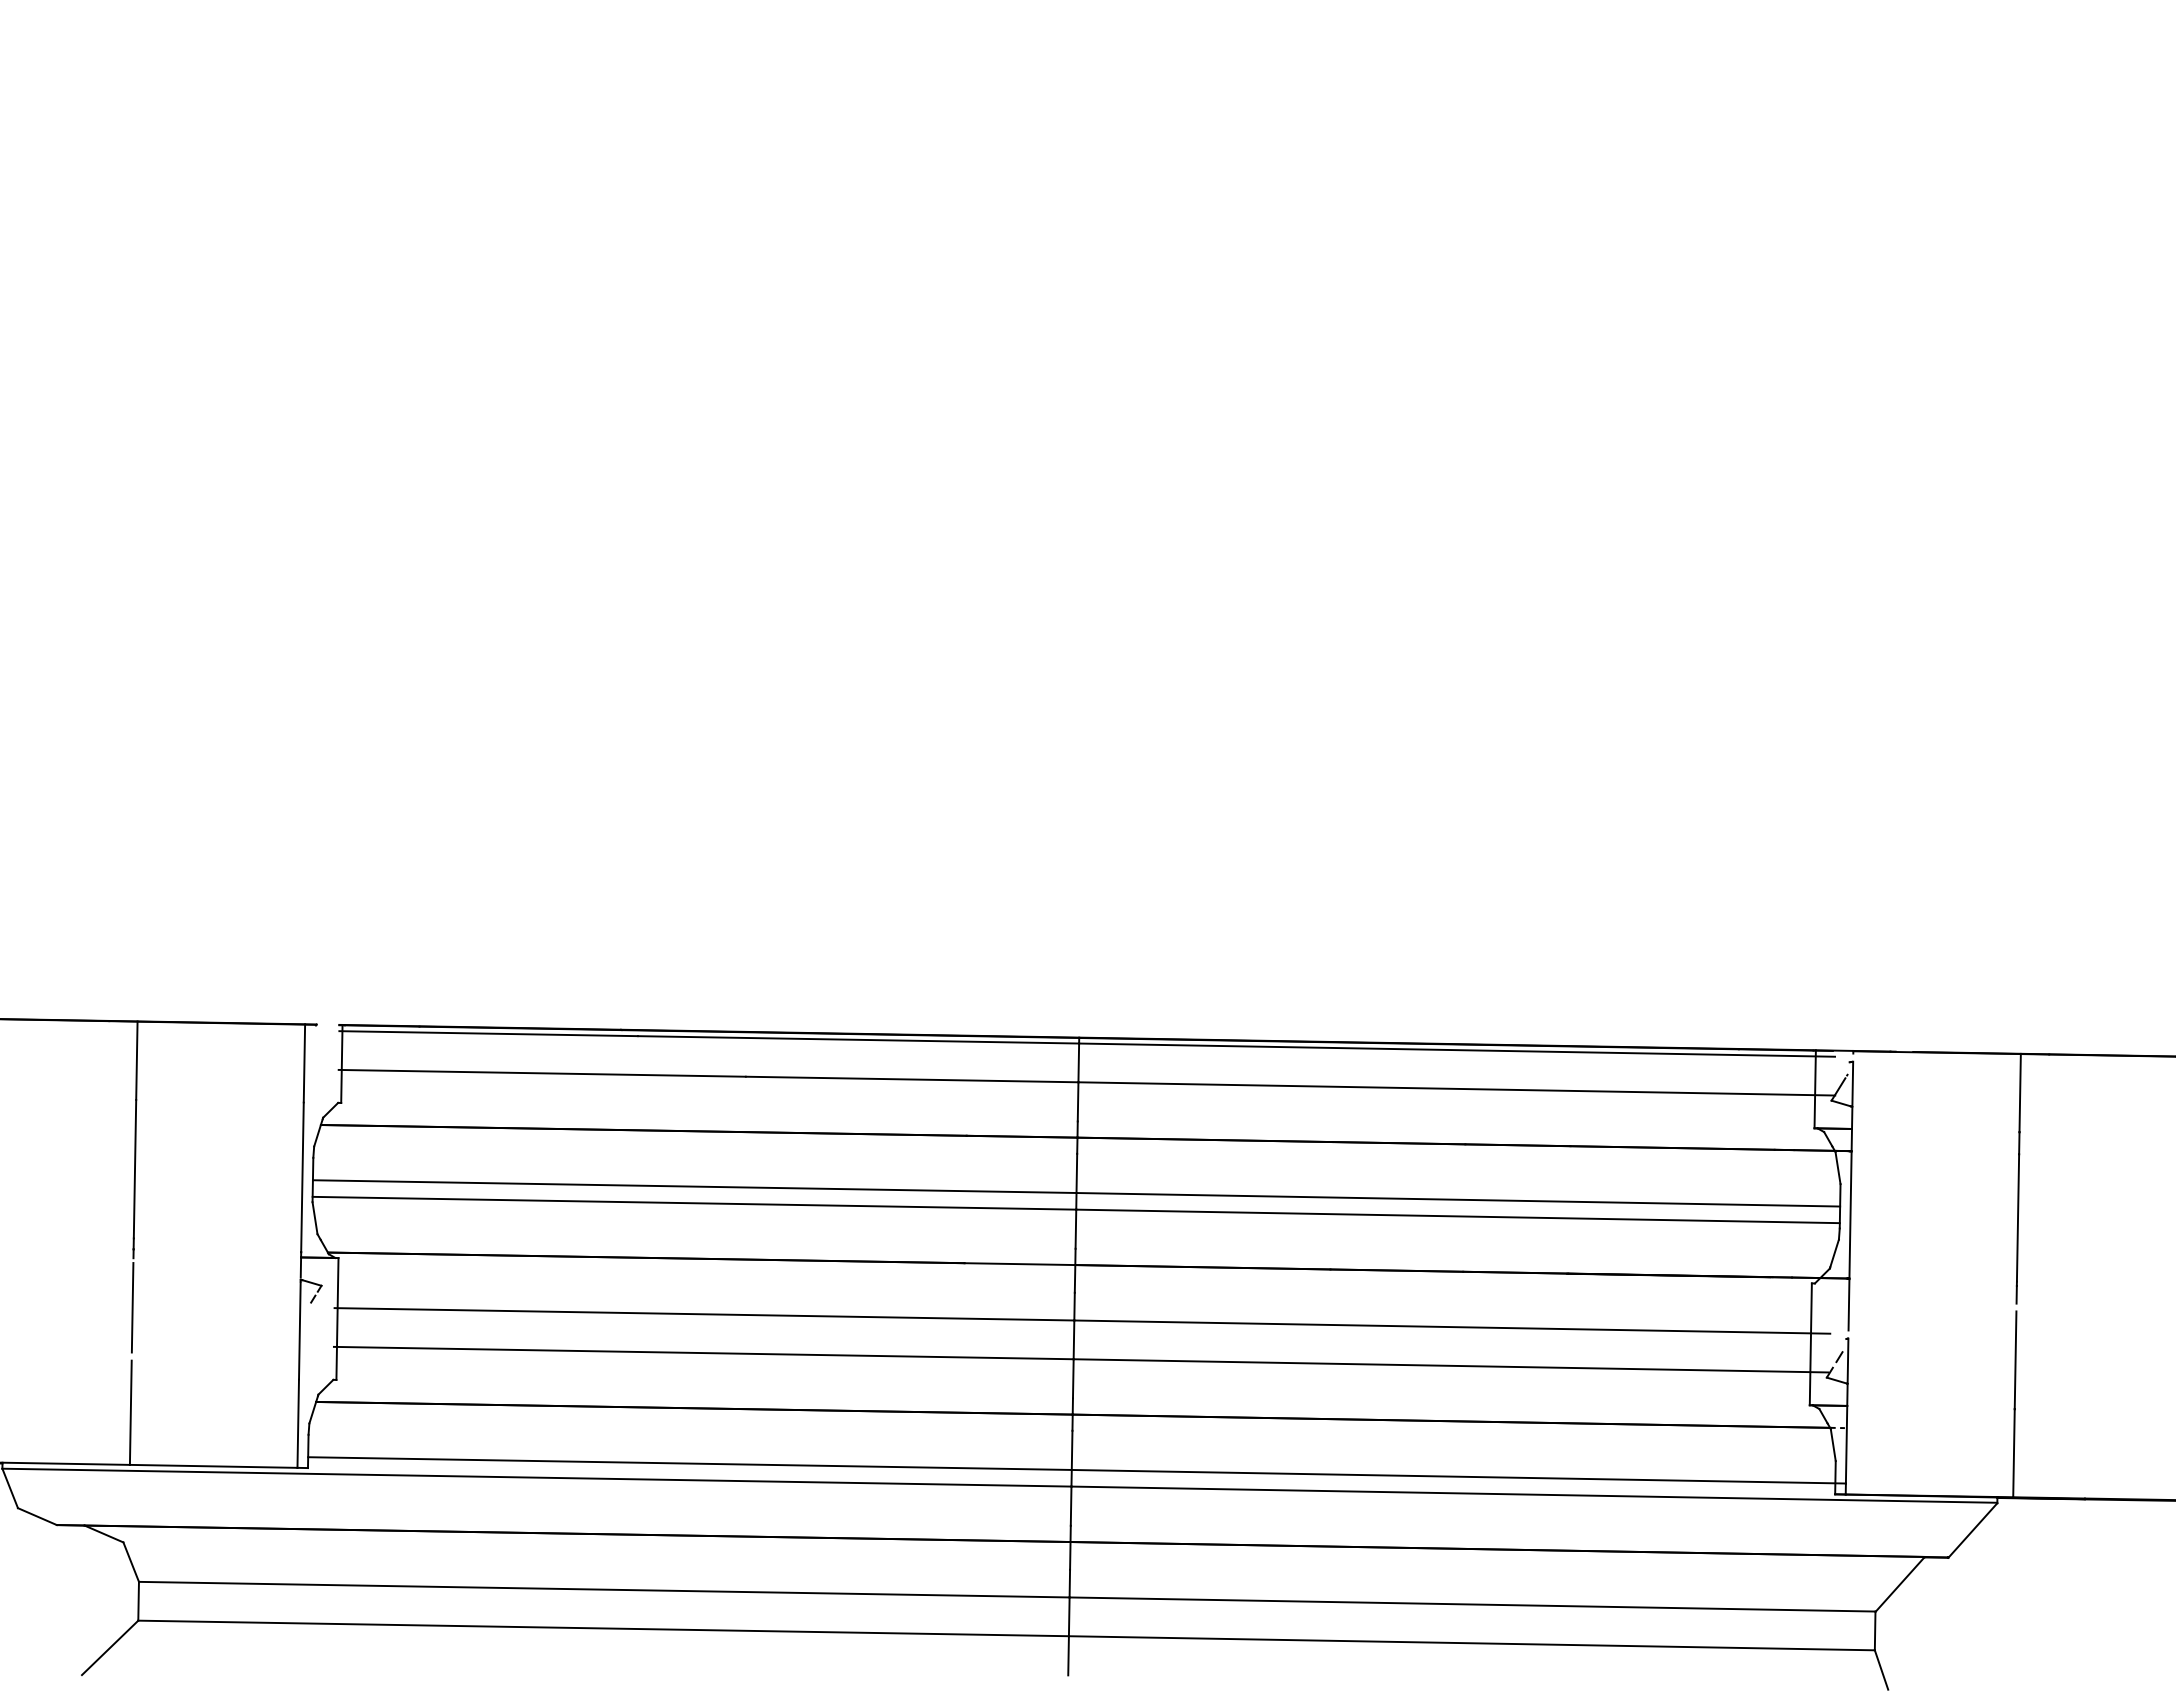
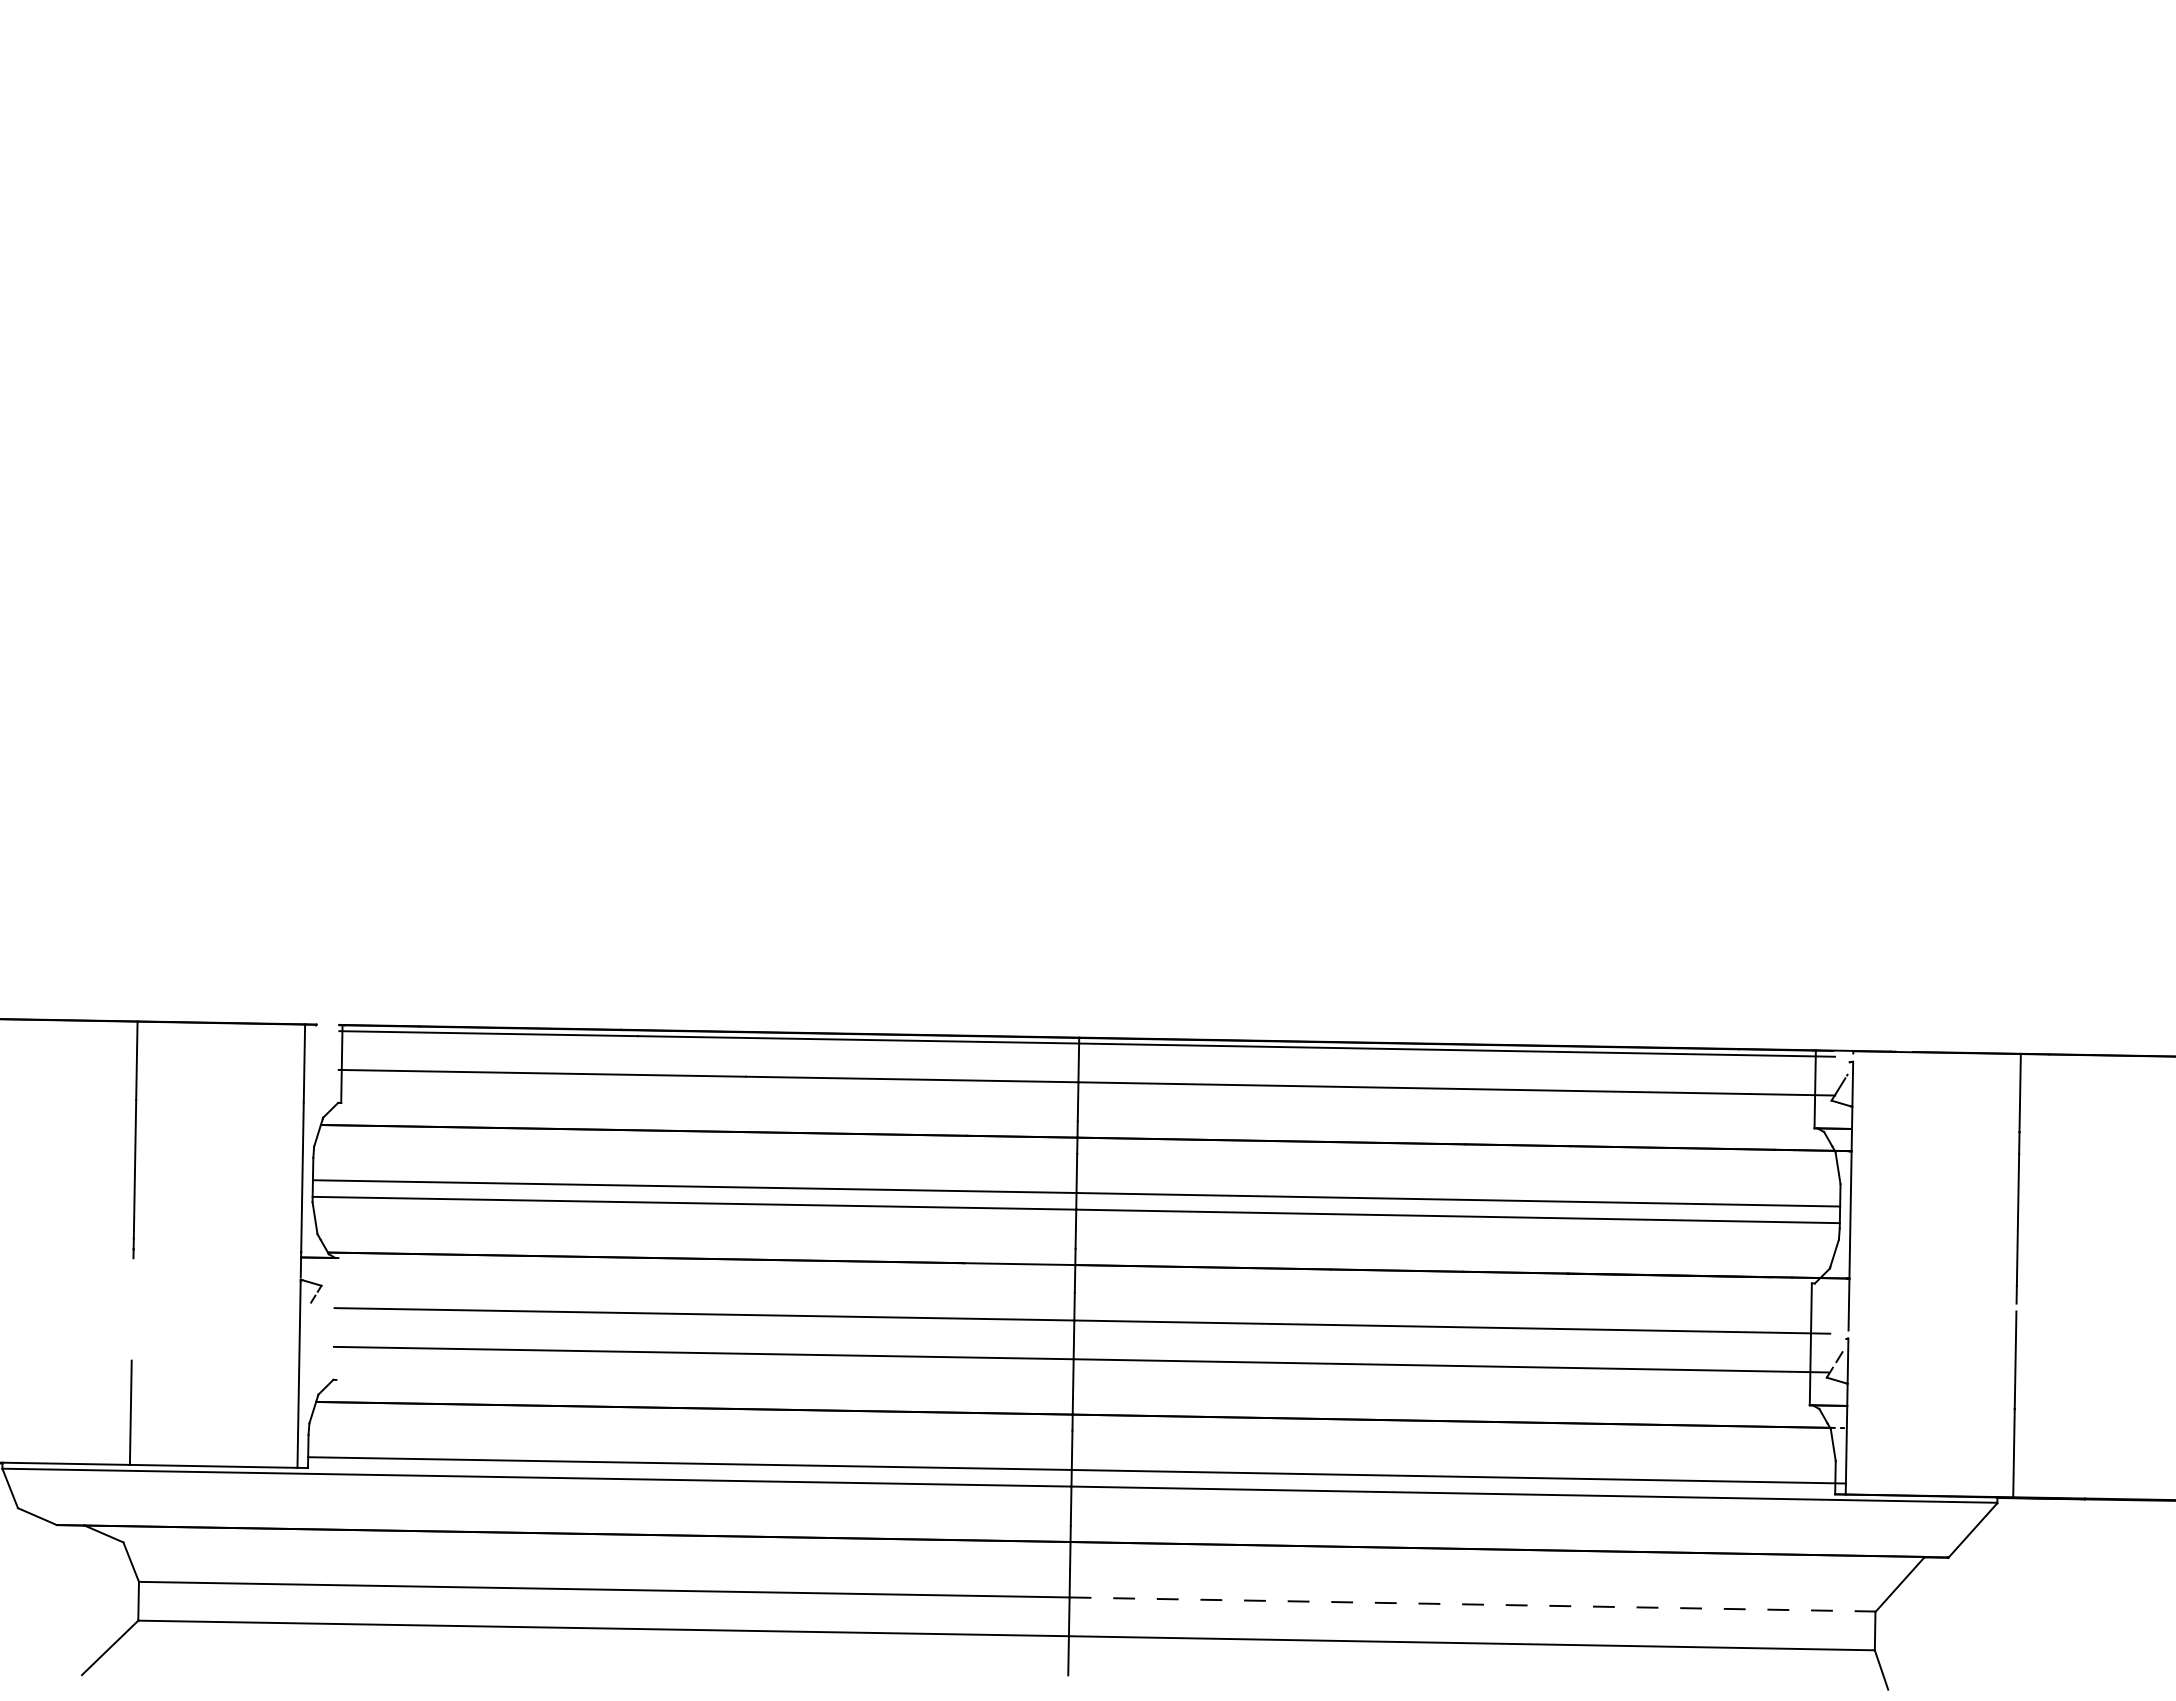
line at (132, 1307): present -> none
line at (337, 1318): present -> none
line at (1472, 1604): solid -> dashed
